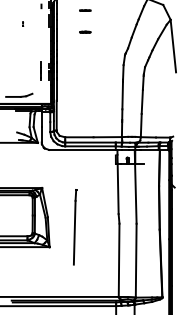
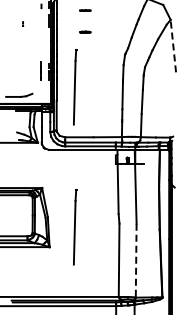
line at (173, 45): solid -> dashed
line at (75, 87): none -> present
line at (136, 260): solid -> dashed
